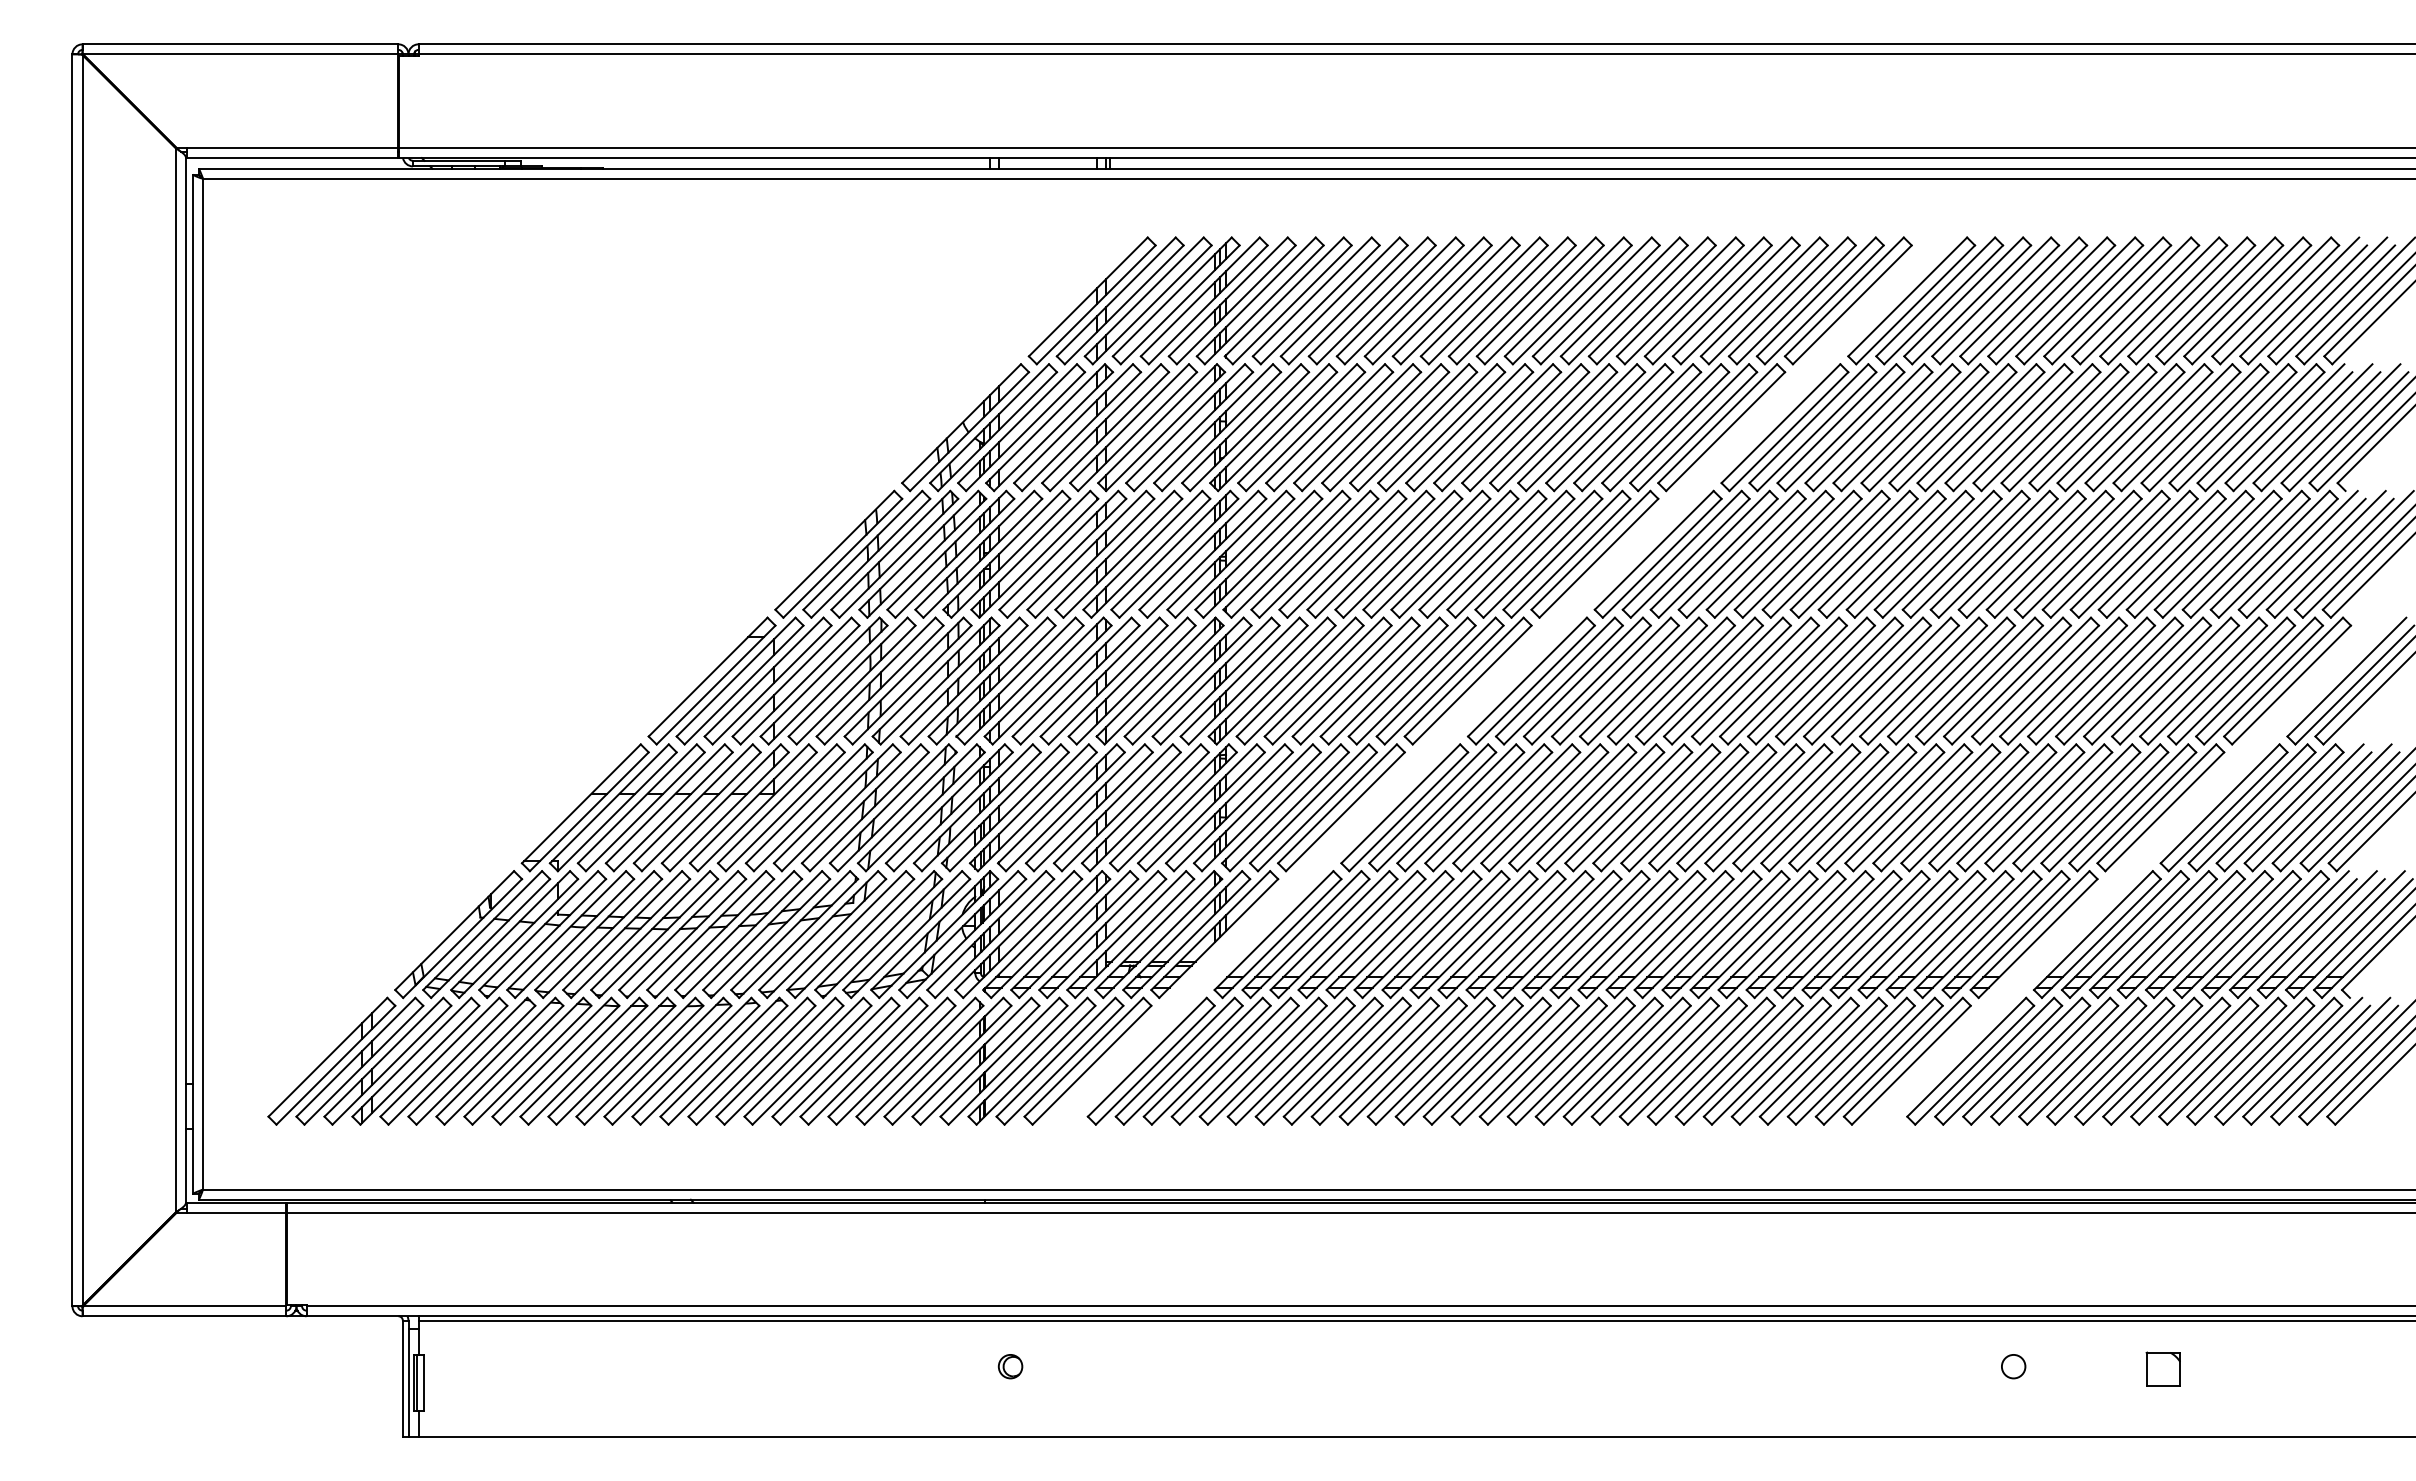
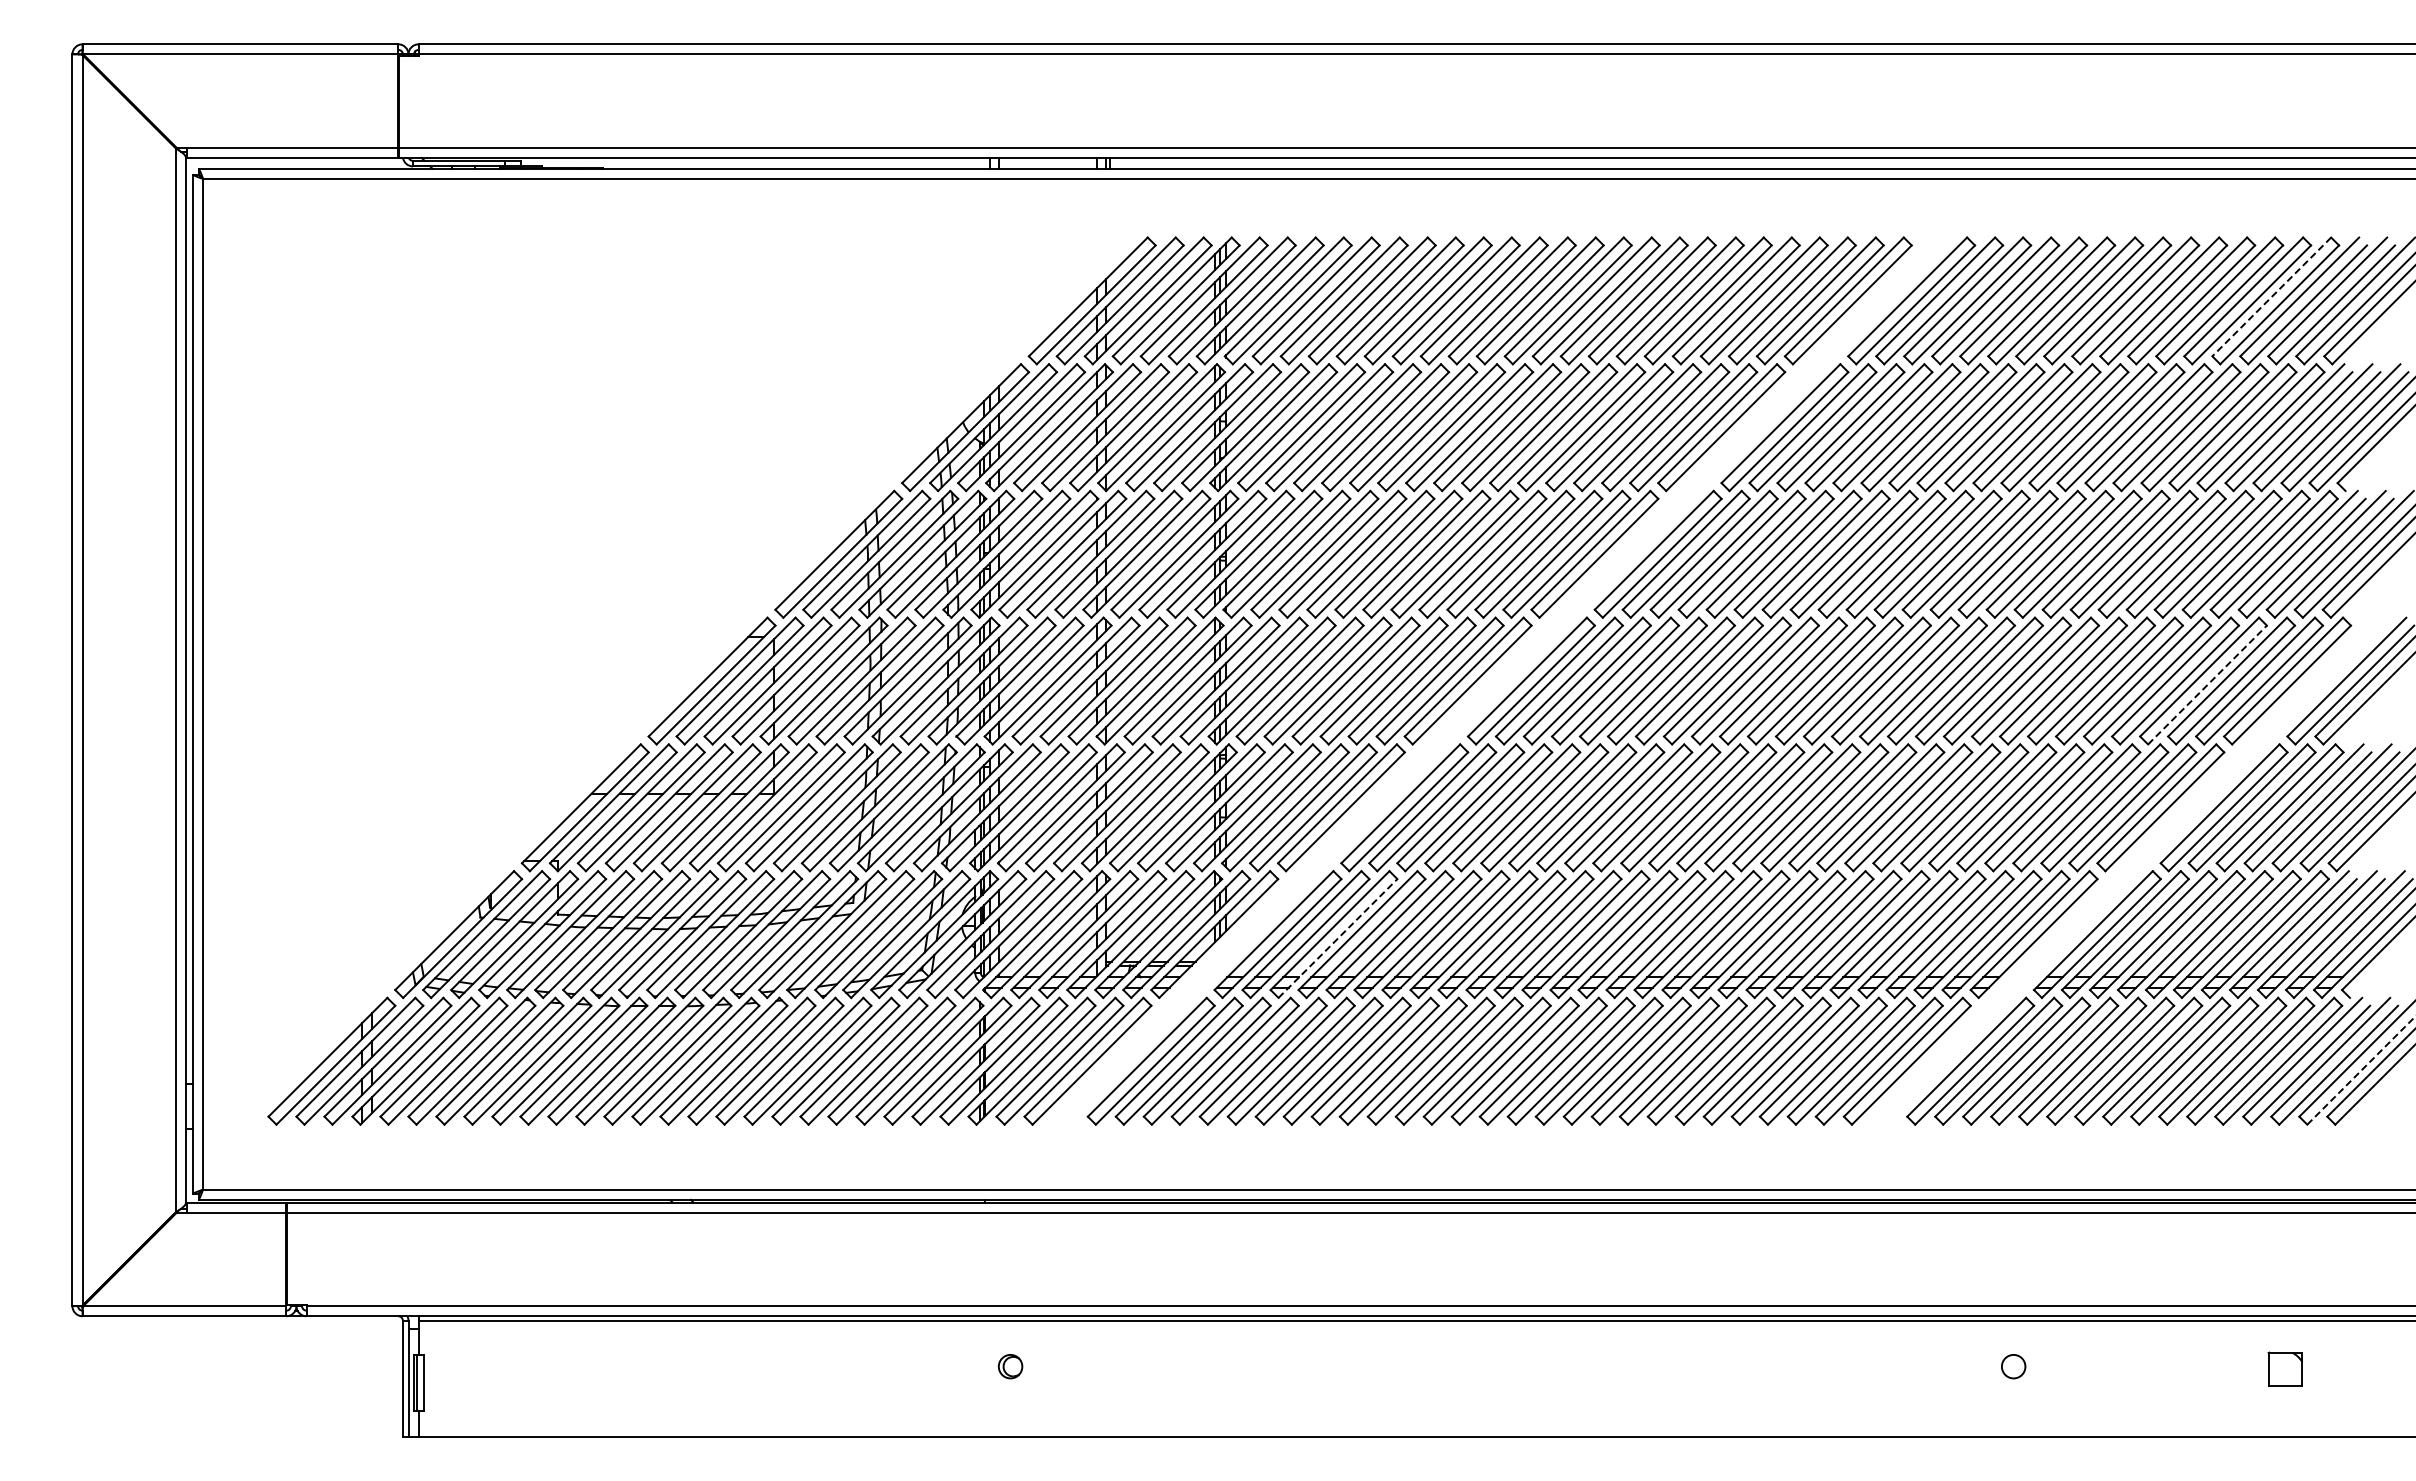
line at (2271, 296): solid -> dashed
line at (2207, 685): solid -> dashed
line at (1338, 938): solid -> dashed
line at (2361, 1070): solid -> dashed
part at (2162, 1368) position: (2162, 1368) -> (2284, 1368)
